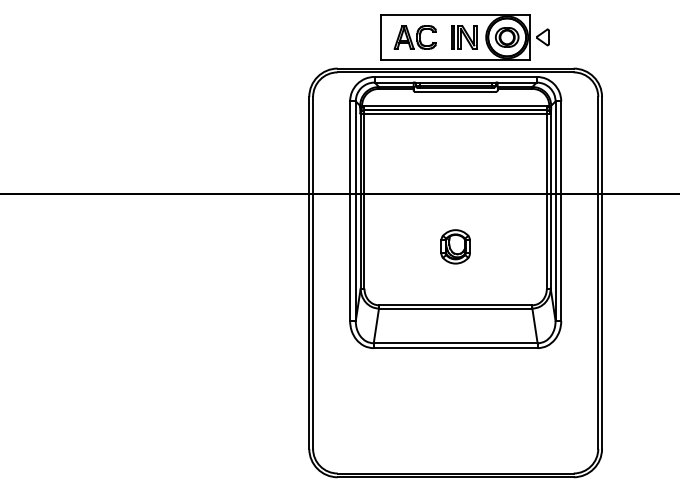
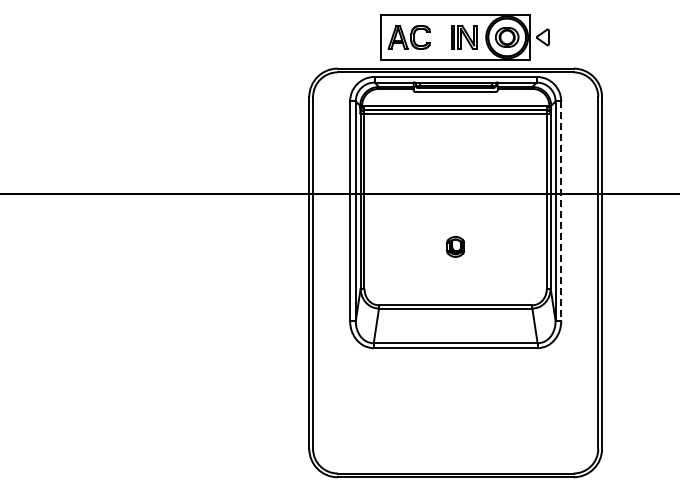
part at (414, 37) position: (414, 37) -> (408, 37)
line at (561, 211): solid -> dashed
part at (455, 246) size: 31x36 px -> 19x22 px
